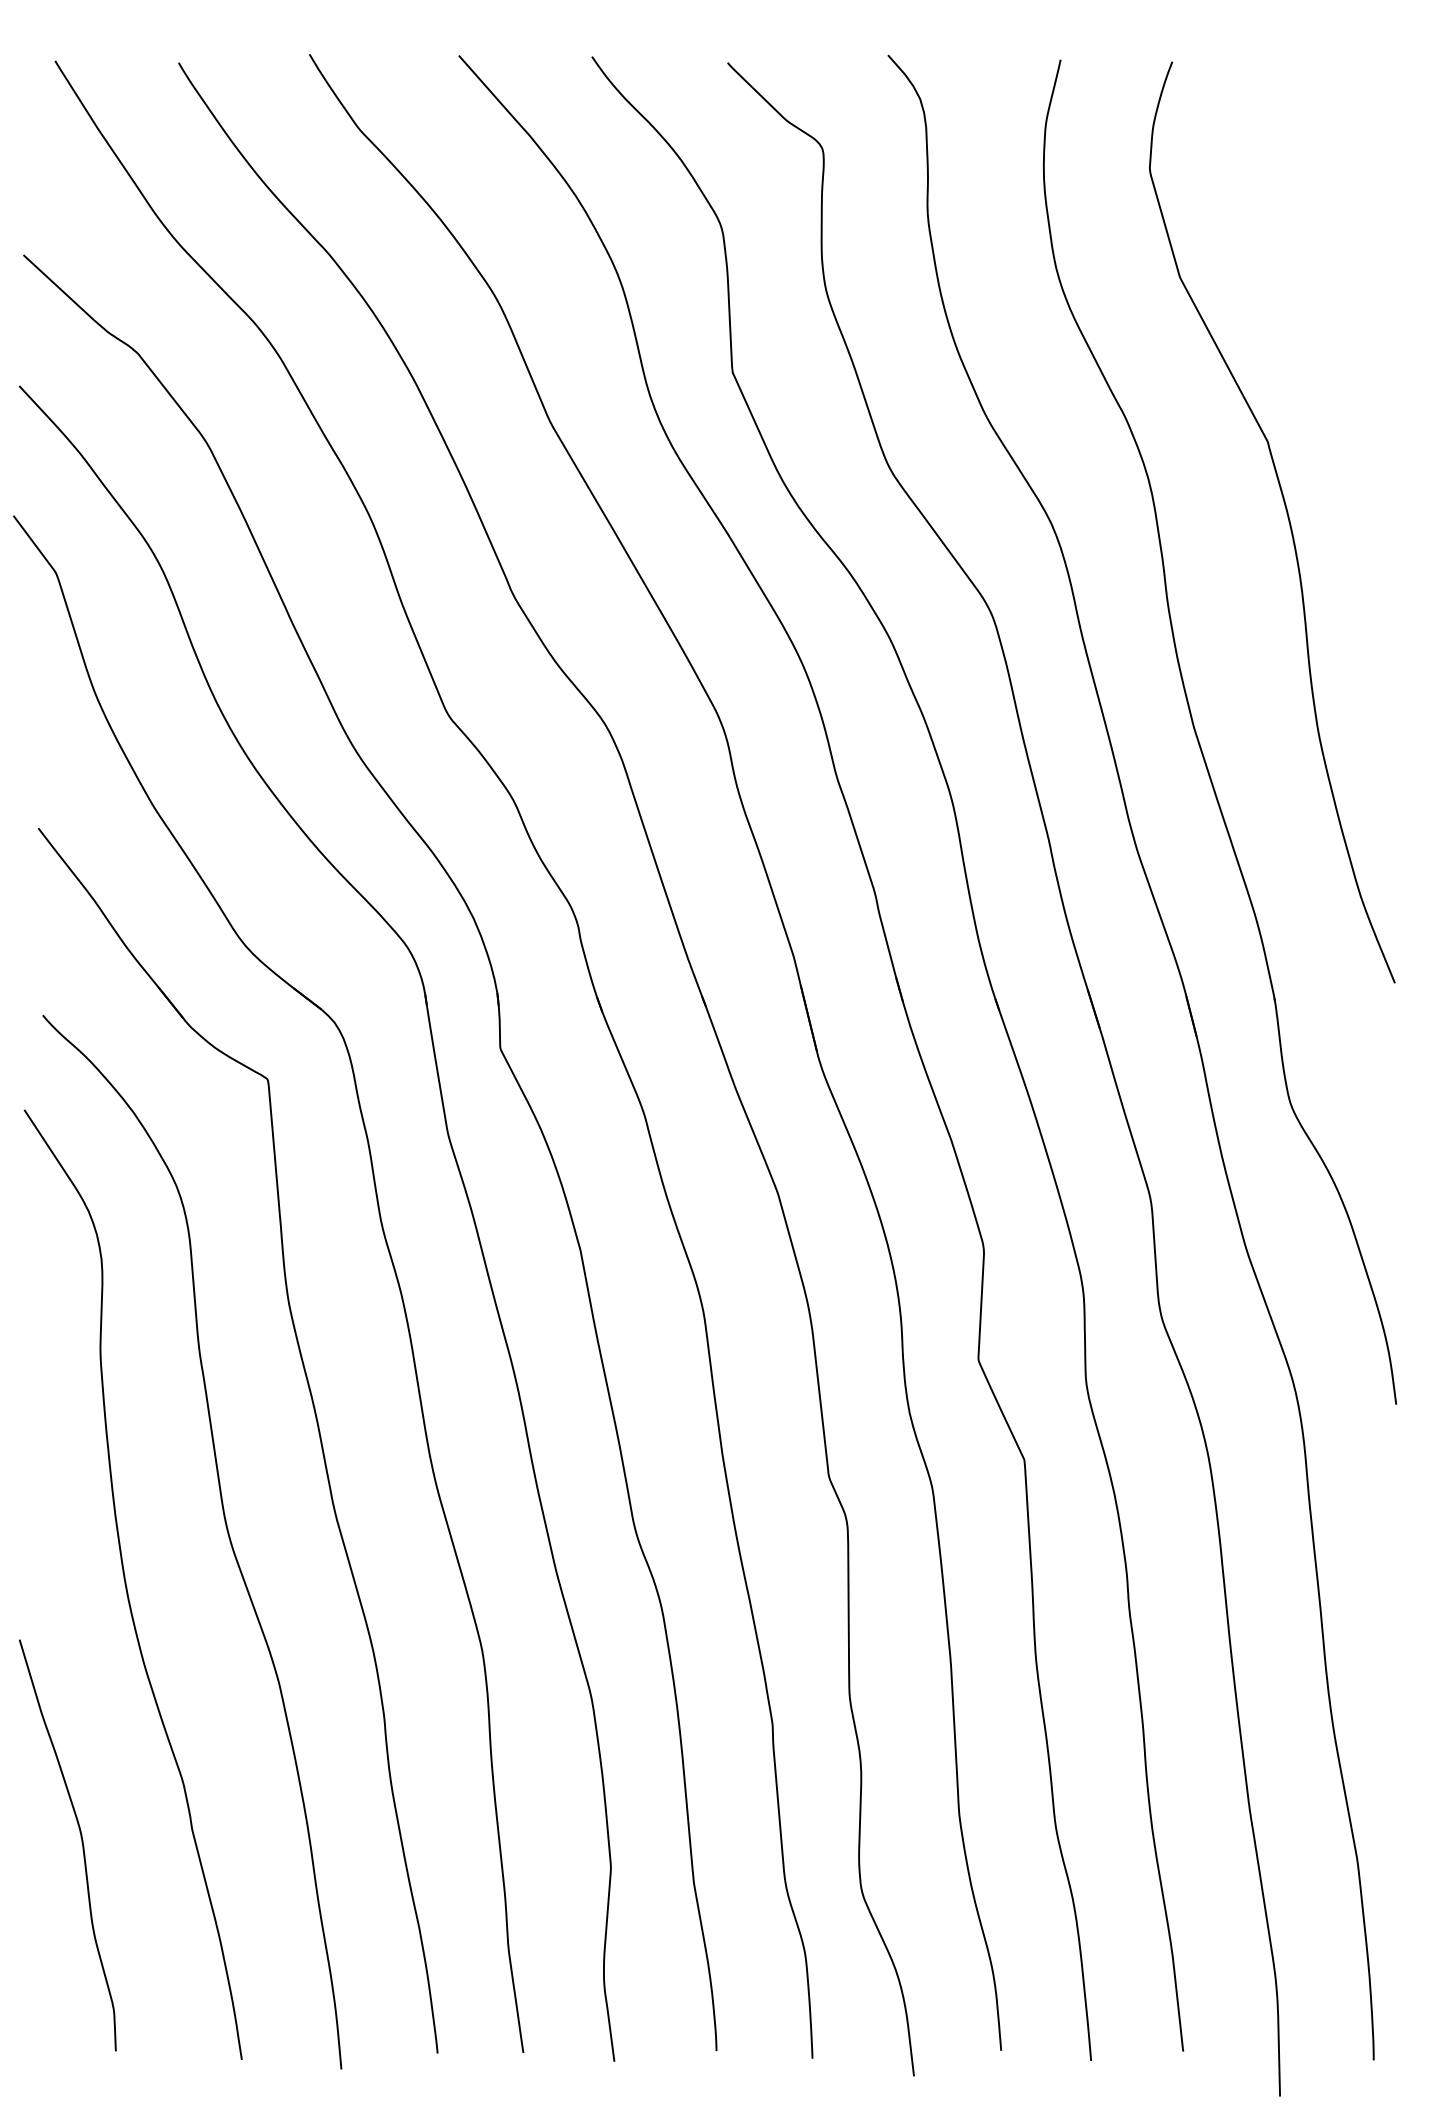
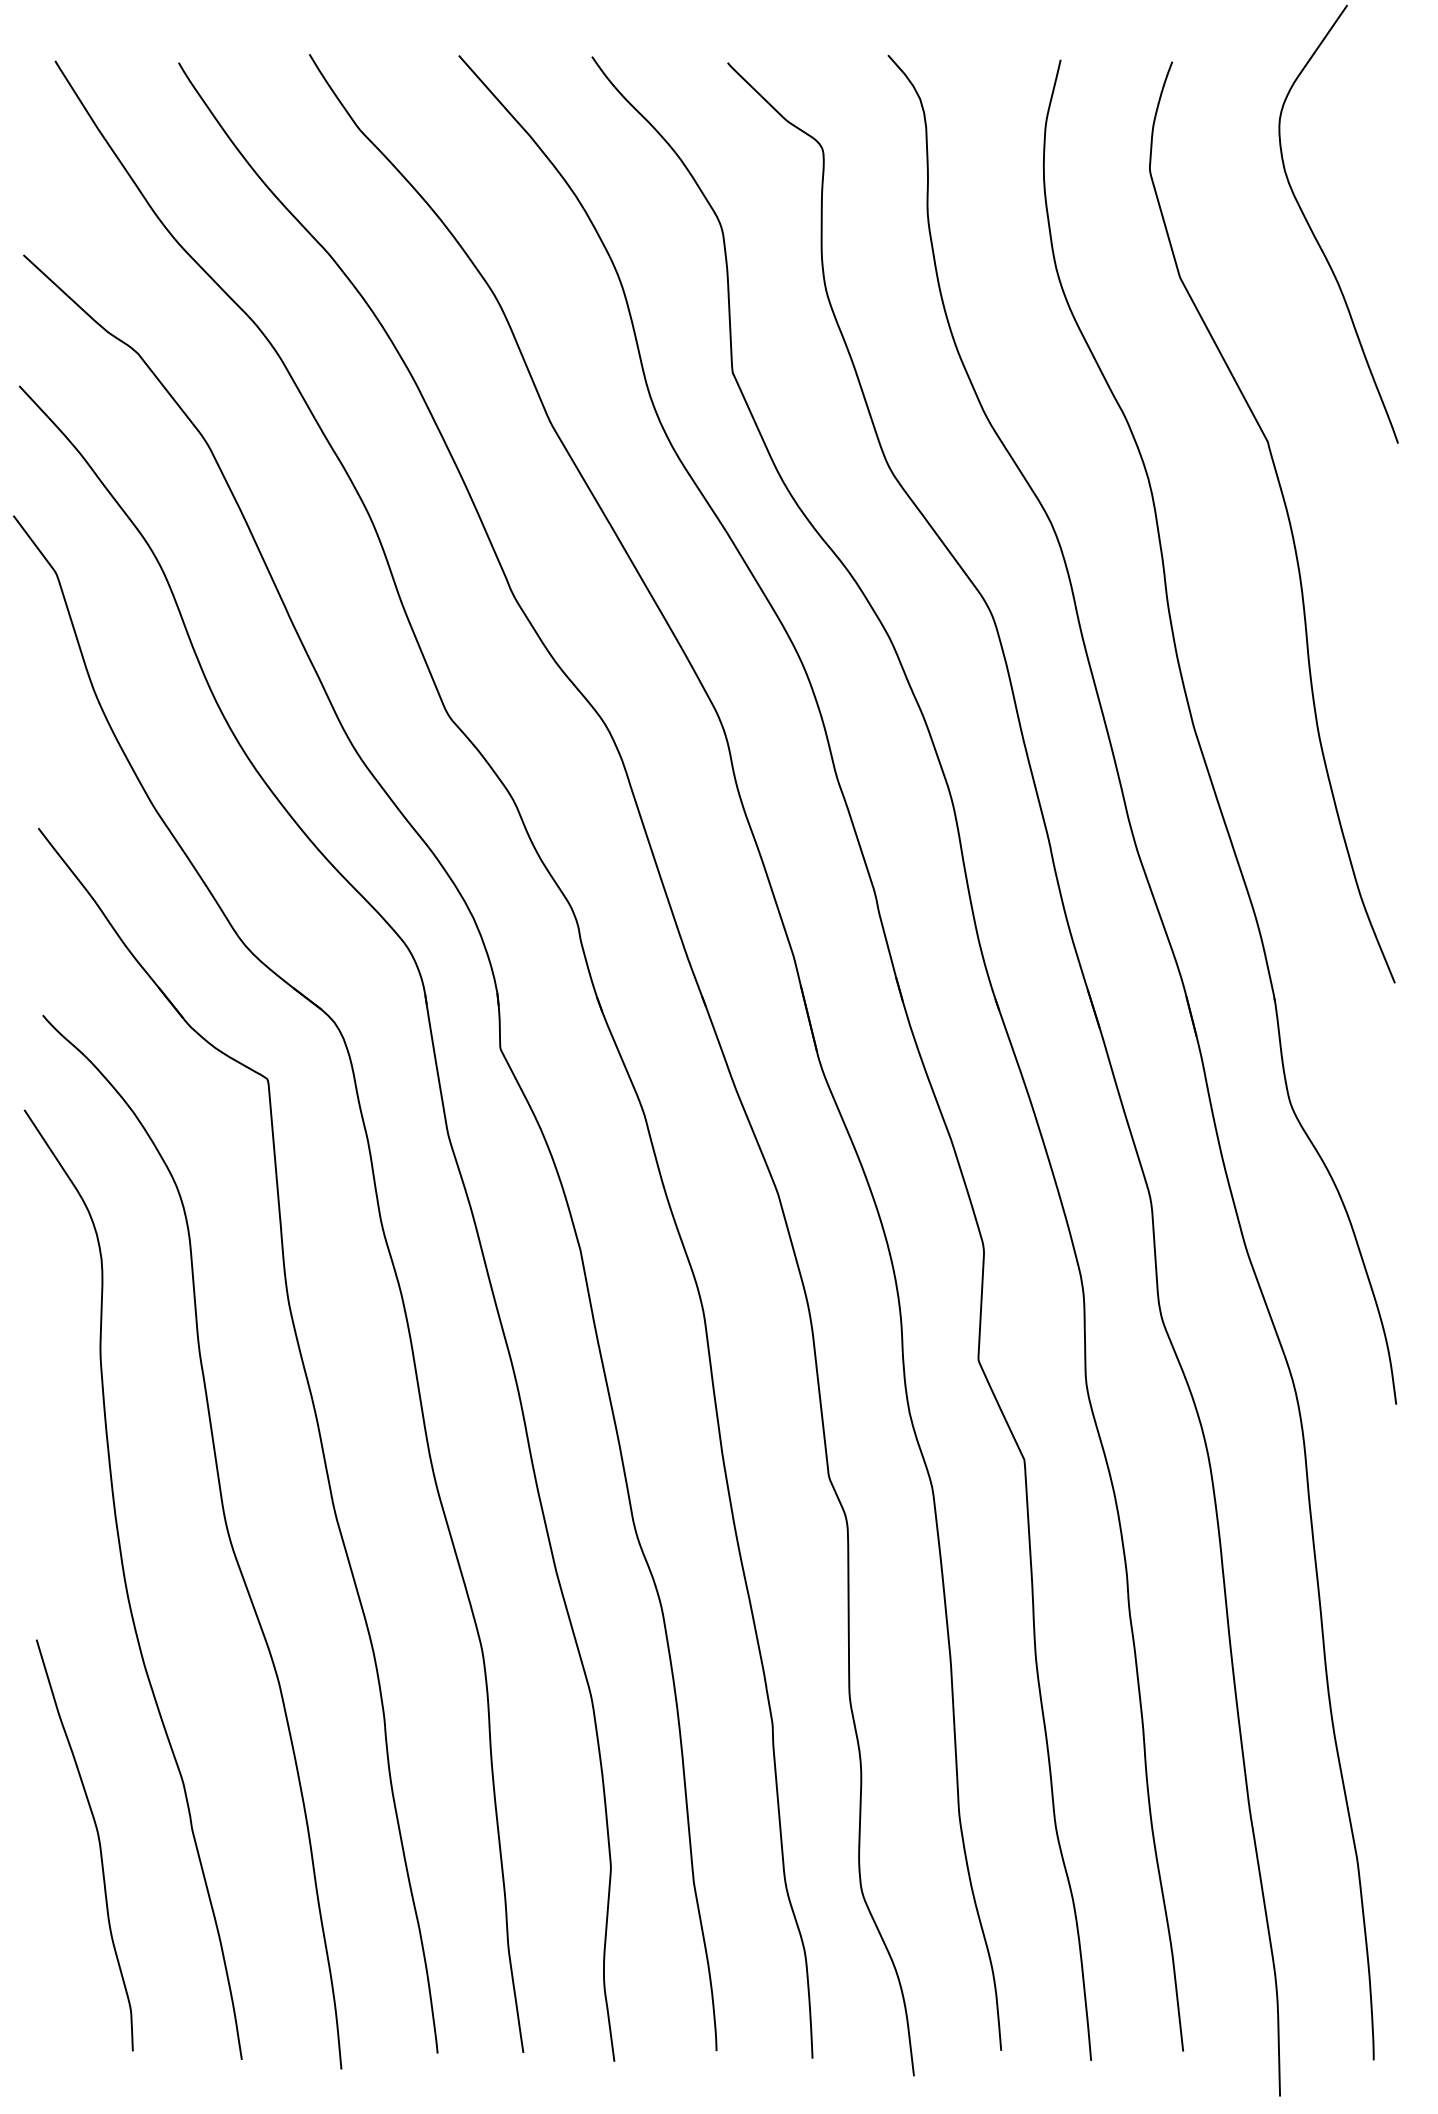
curve at (1315, 235): none -> present
curve at (81, 1843) position: (81, 1843) -> (98, 1843)
